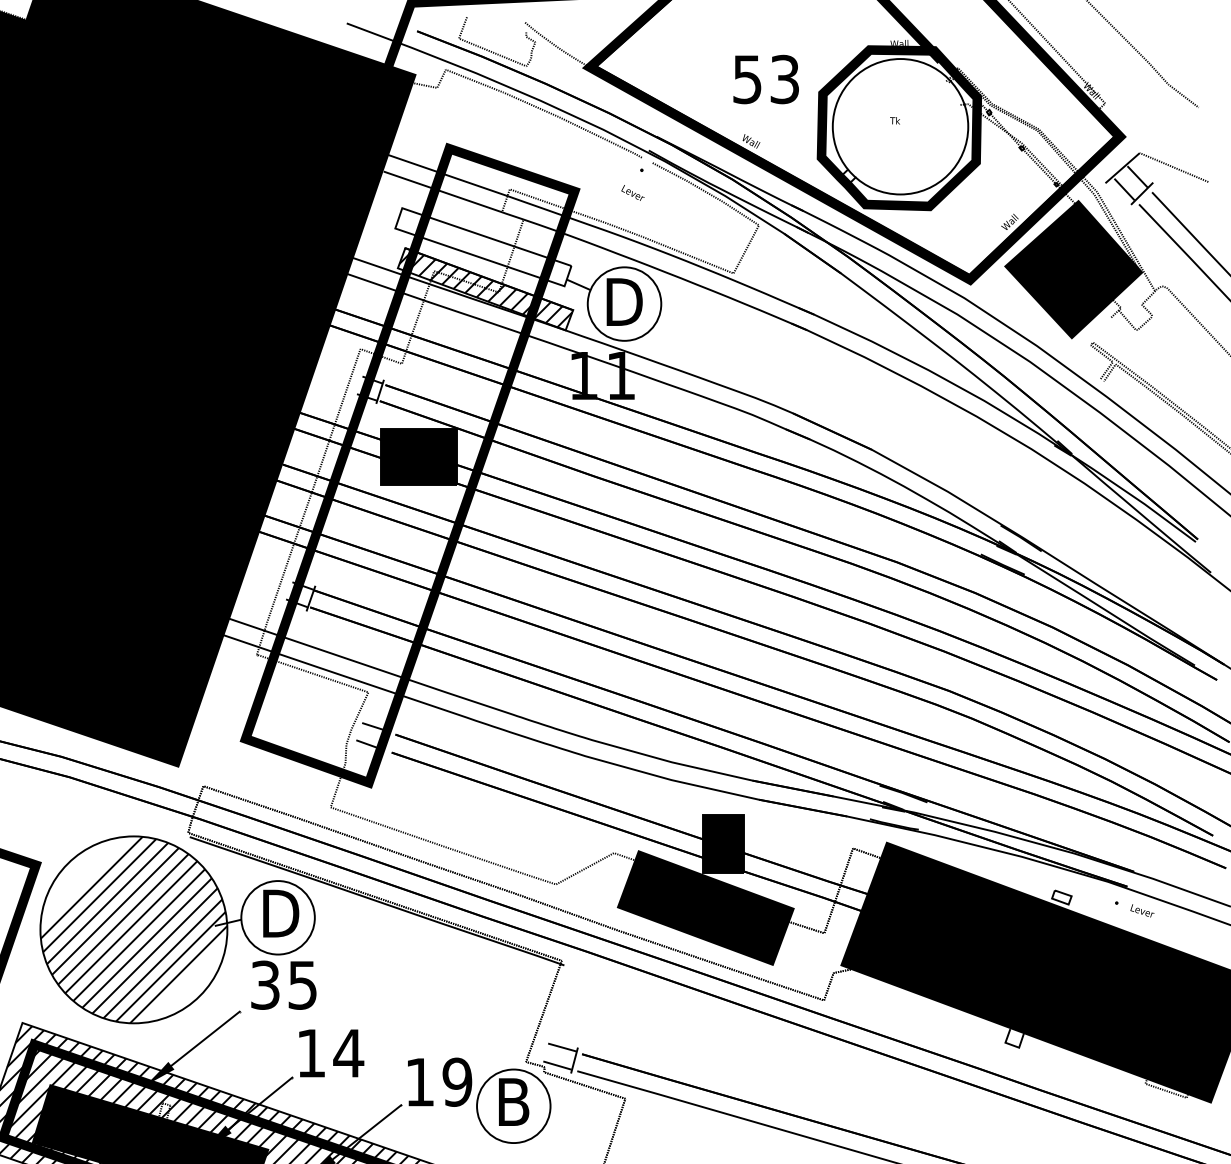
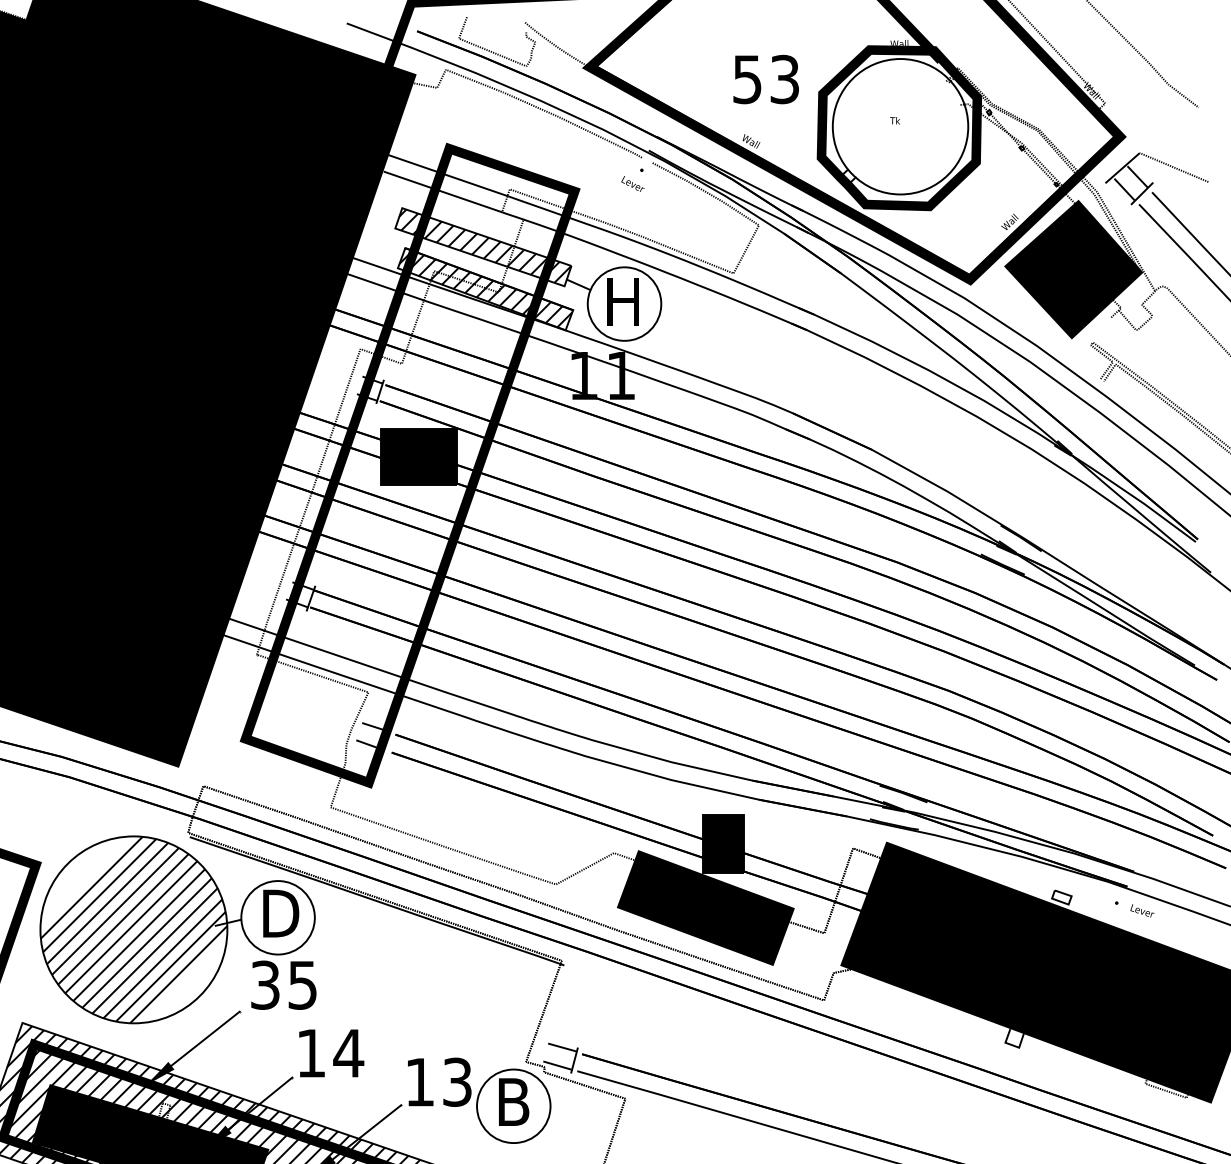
text at (632, 192) position: (632, 192) -> (632, 183)
hatch at (485, 245): none -> present
text at (624, 301): D -> H
text at (457, 1081): 19 -> 13
